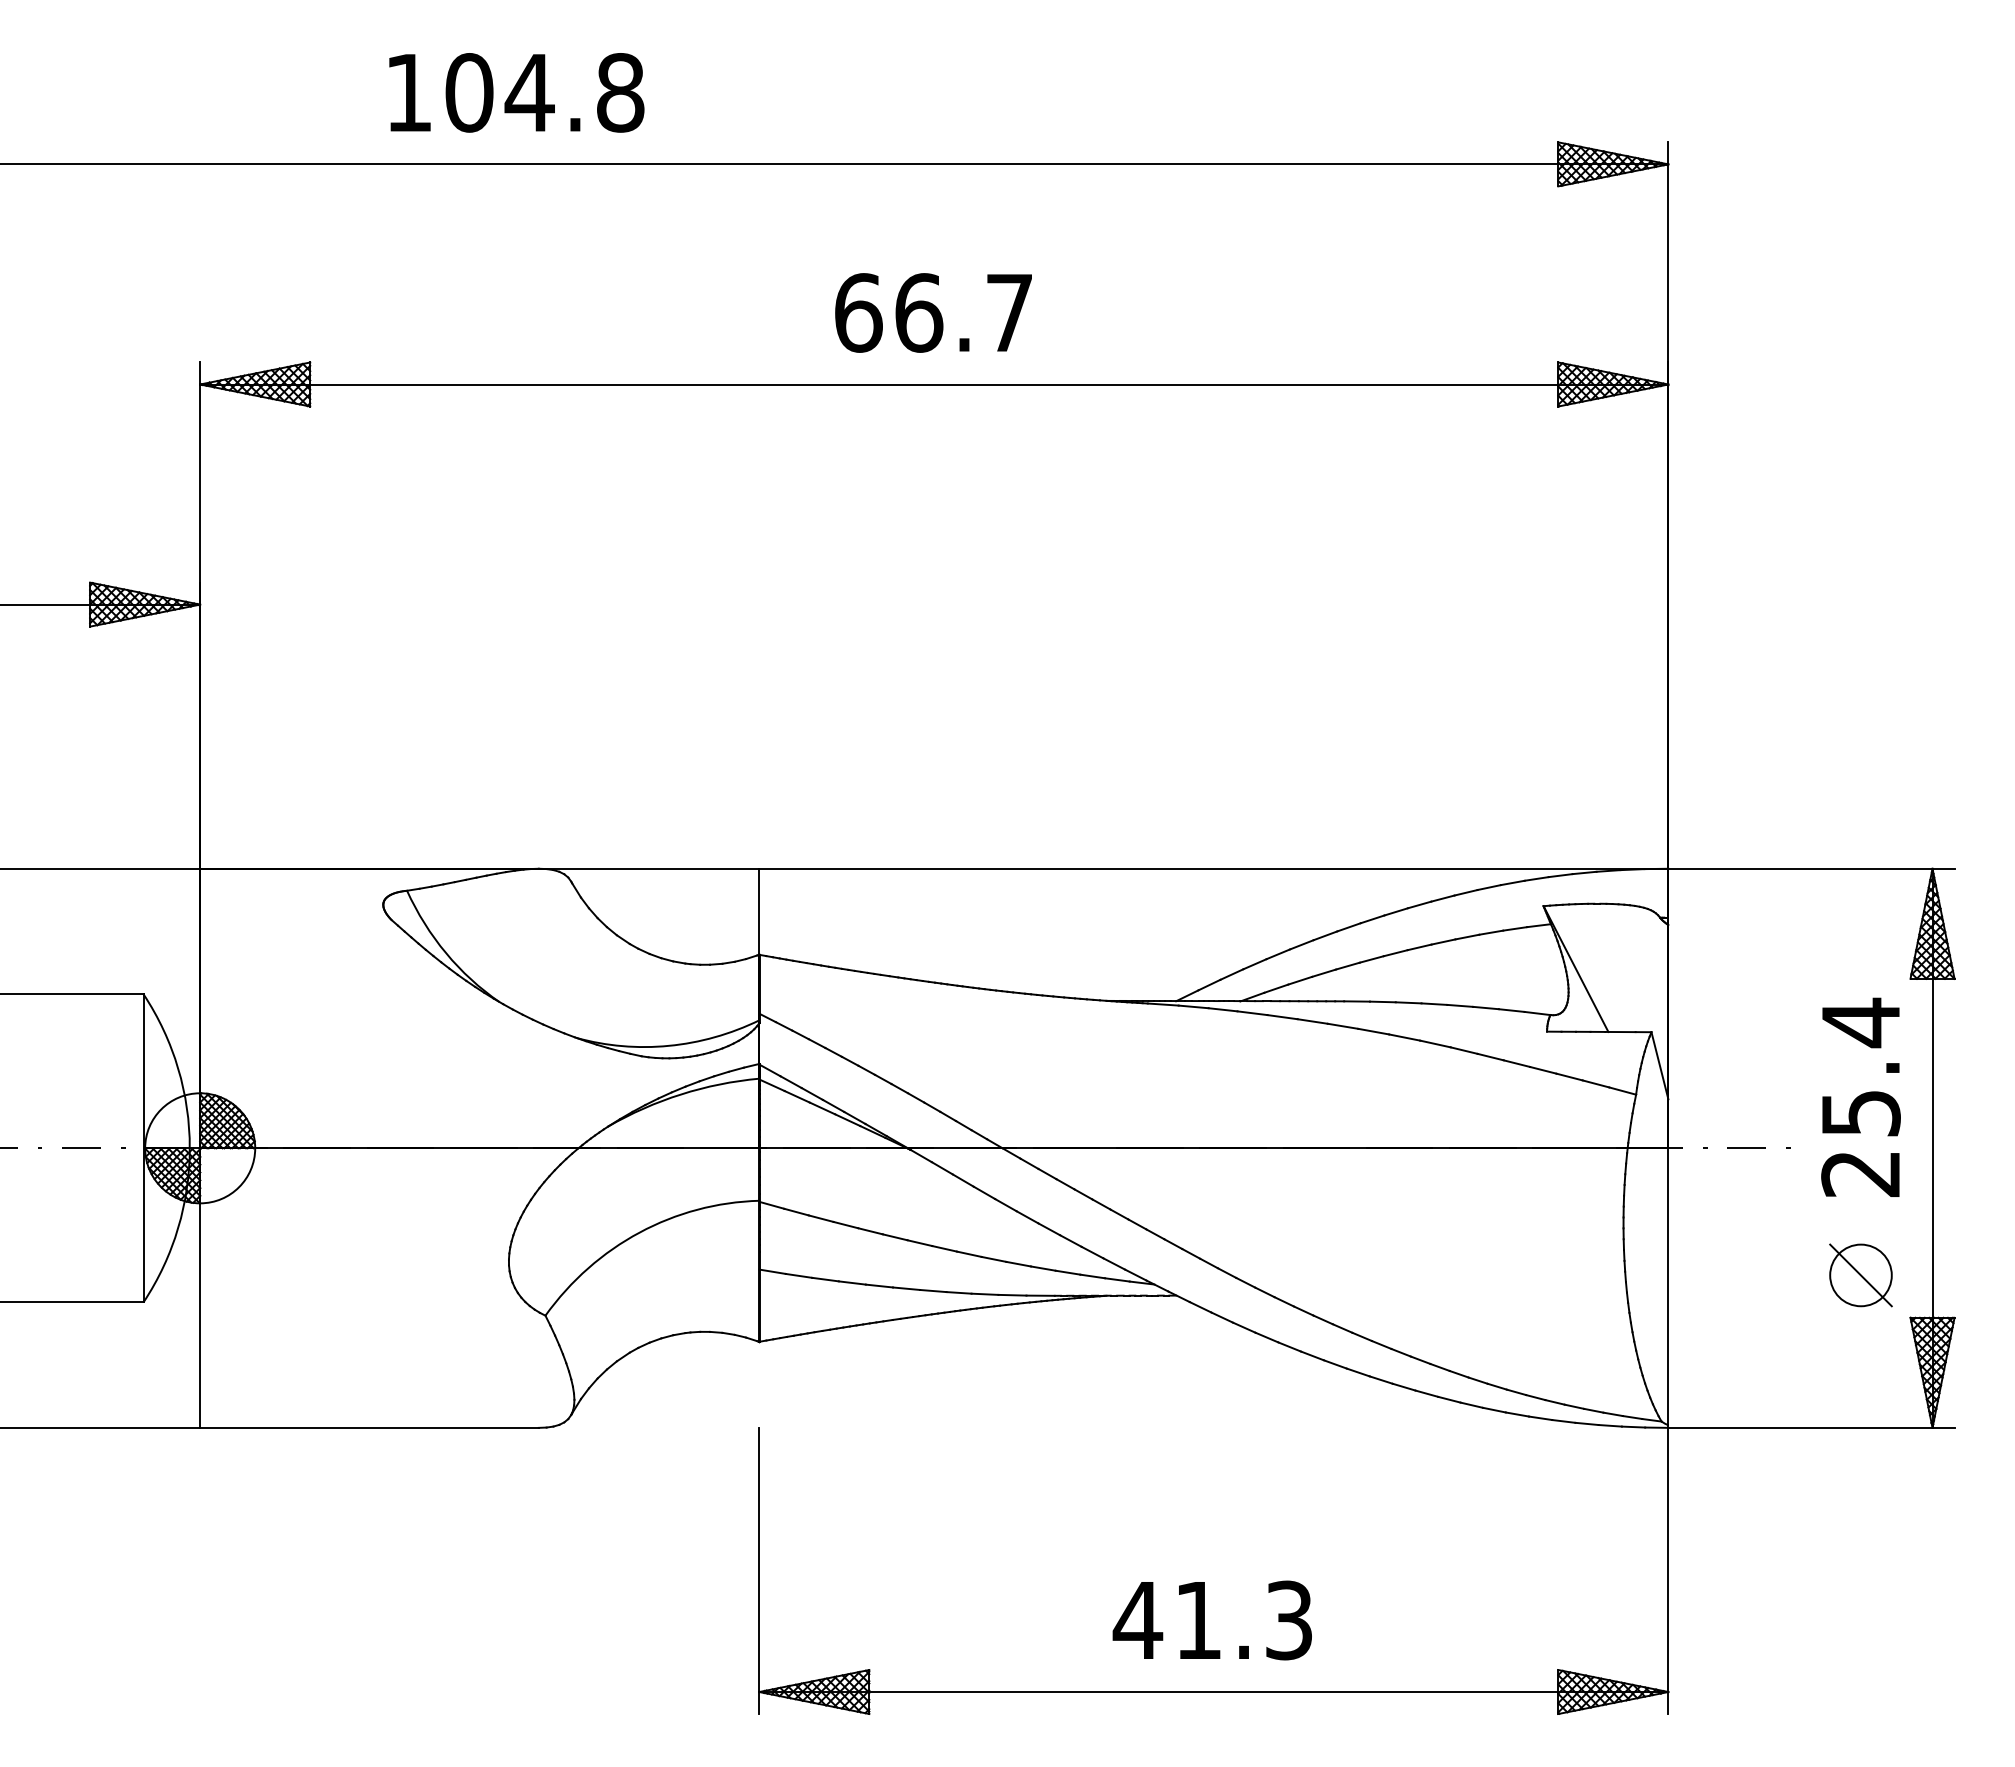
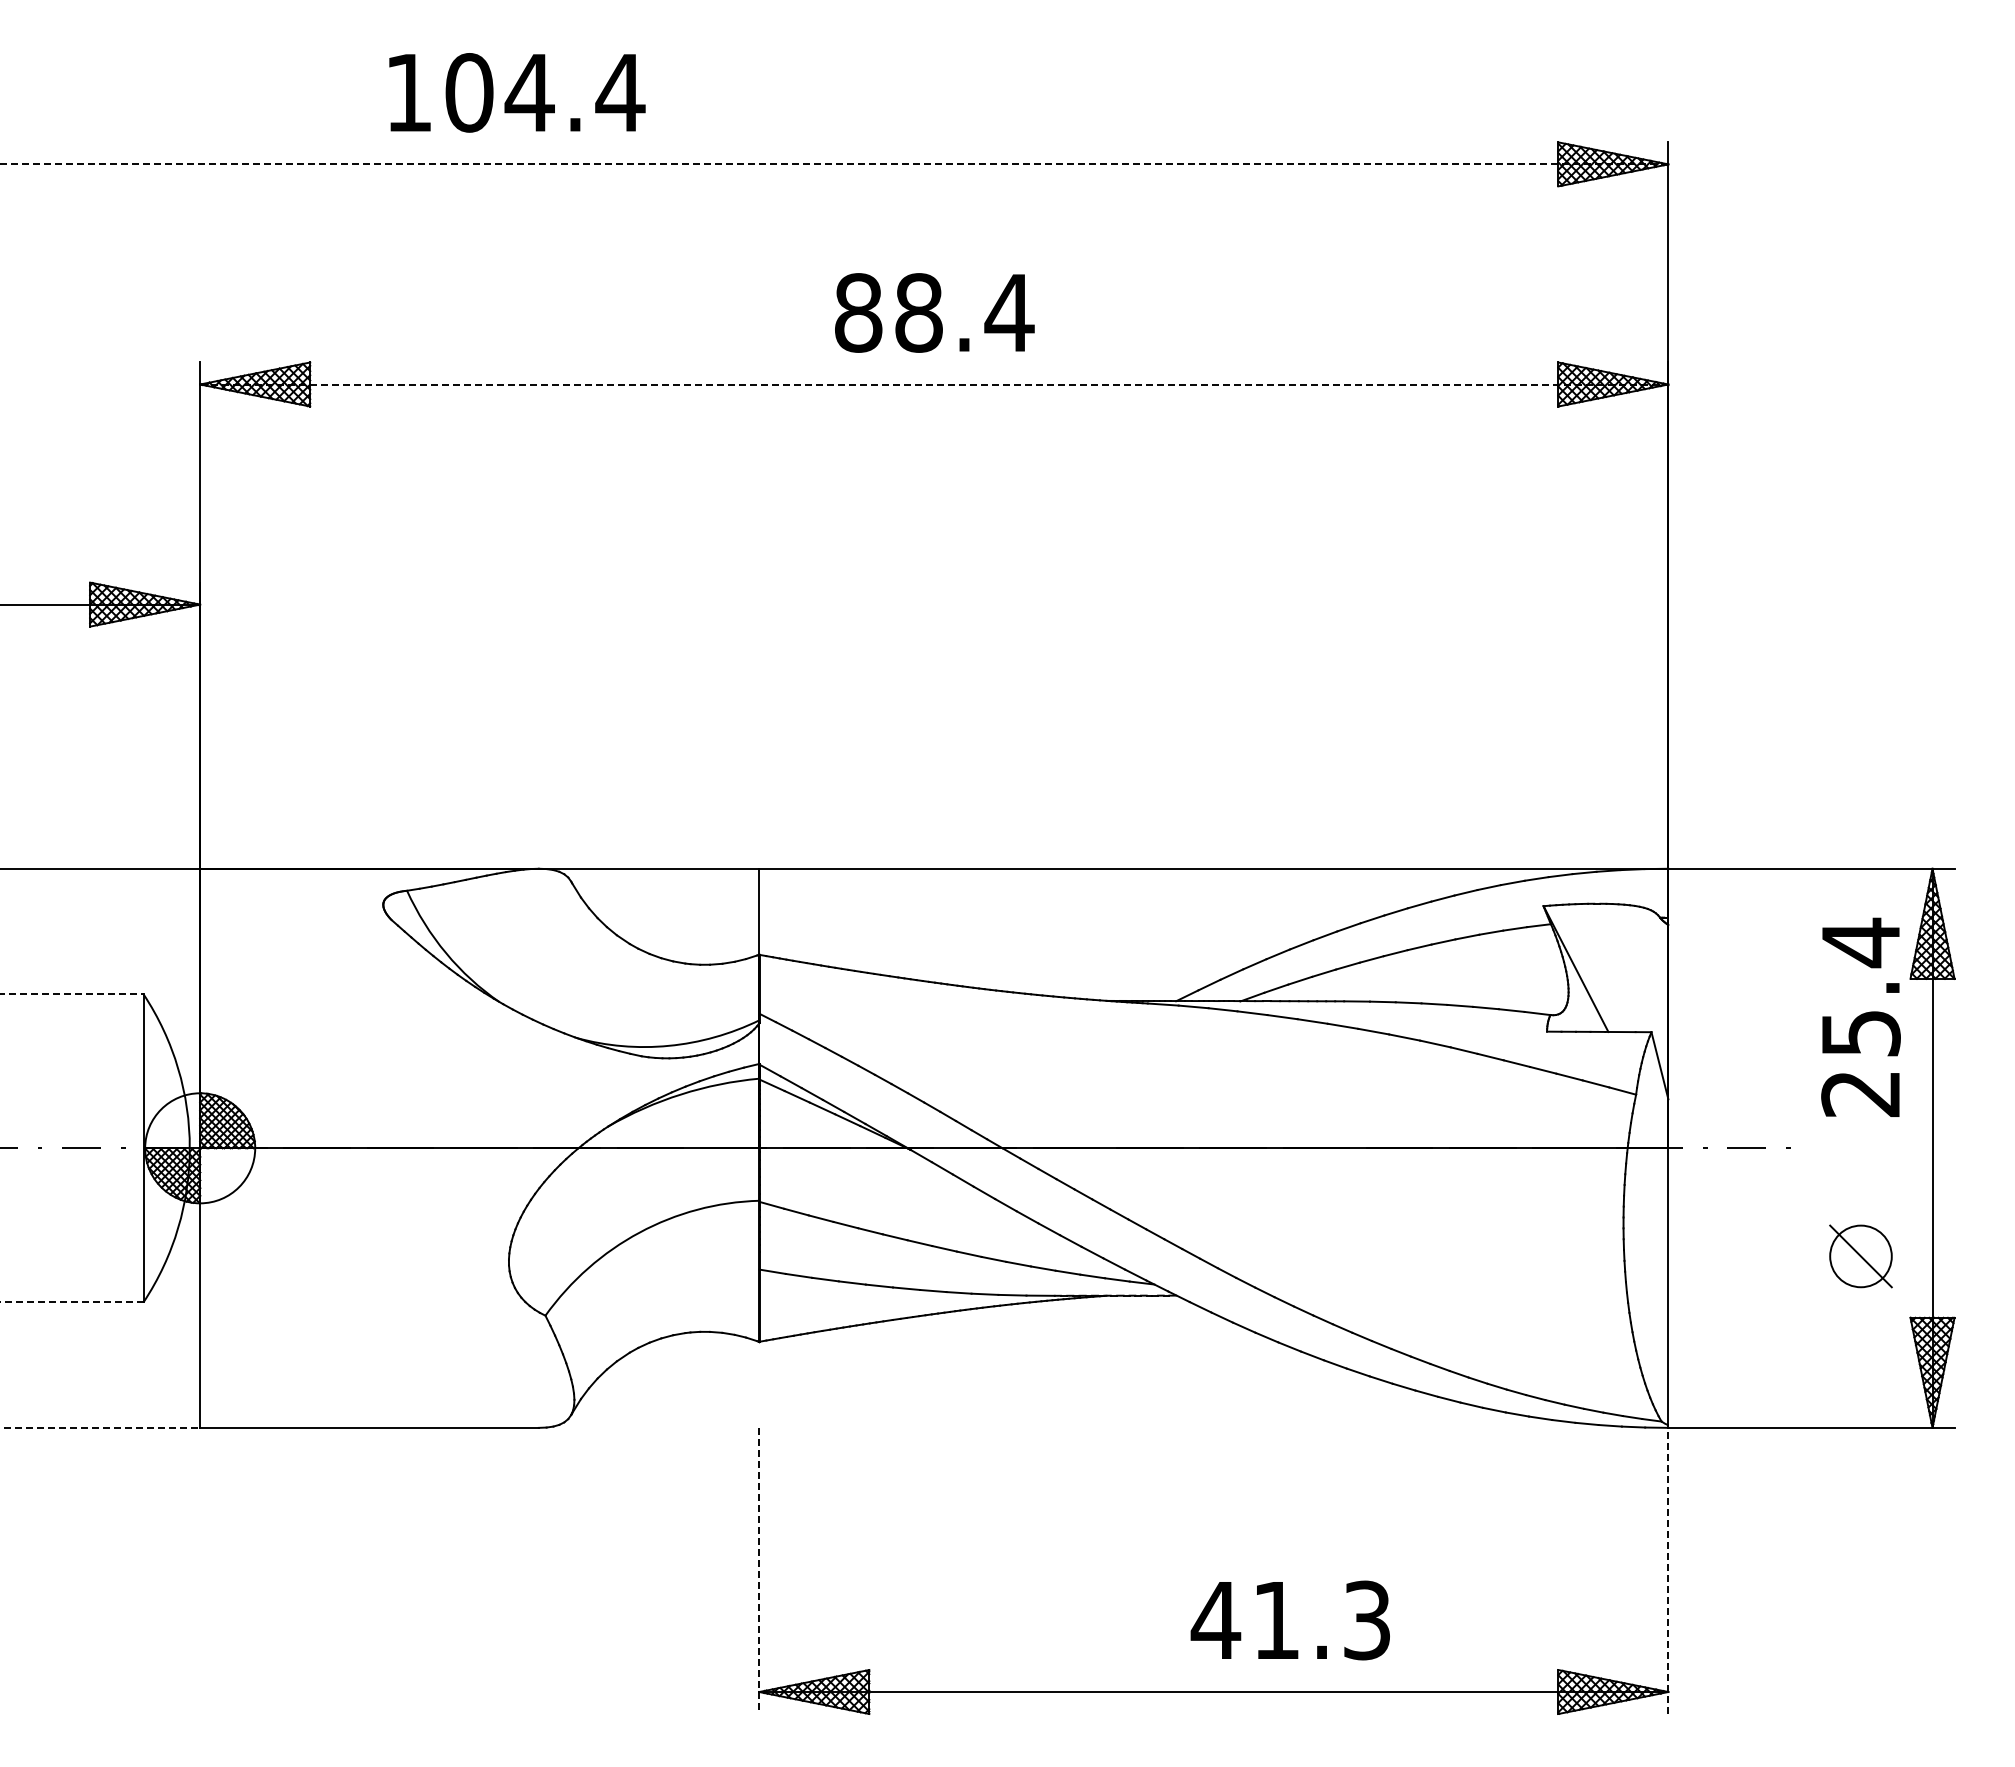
text at (620, 92): 104.8 -> 104.4
line at (834, 164): solid -> dashed
text at (934, 312): 66.7 -> 88.4
line at (934, 384): solid -> dashed
line at (72, 994): solid -> dashed
text at (1860, 1096) position: (1860, 1096) -> (1860, 1016)
part at (1860, 1275) position: (1860, 1275) -> (1860, 1256)
line at (71, 1302): solid -> dashed
line at (100, 1427): solid -> dashed
line at (1668, 1570): solid -> dashed
line at (759, 1571): solid -> dashed
text at (1211, 1620) position: (1211, 1620) -> (1289, 1620)
